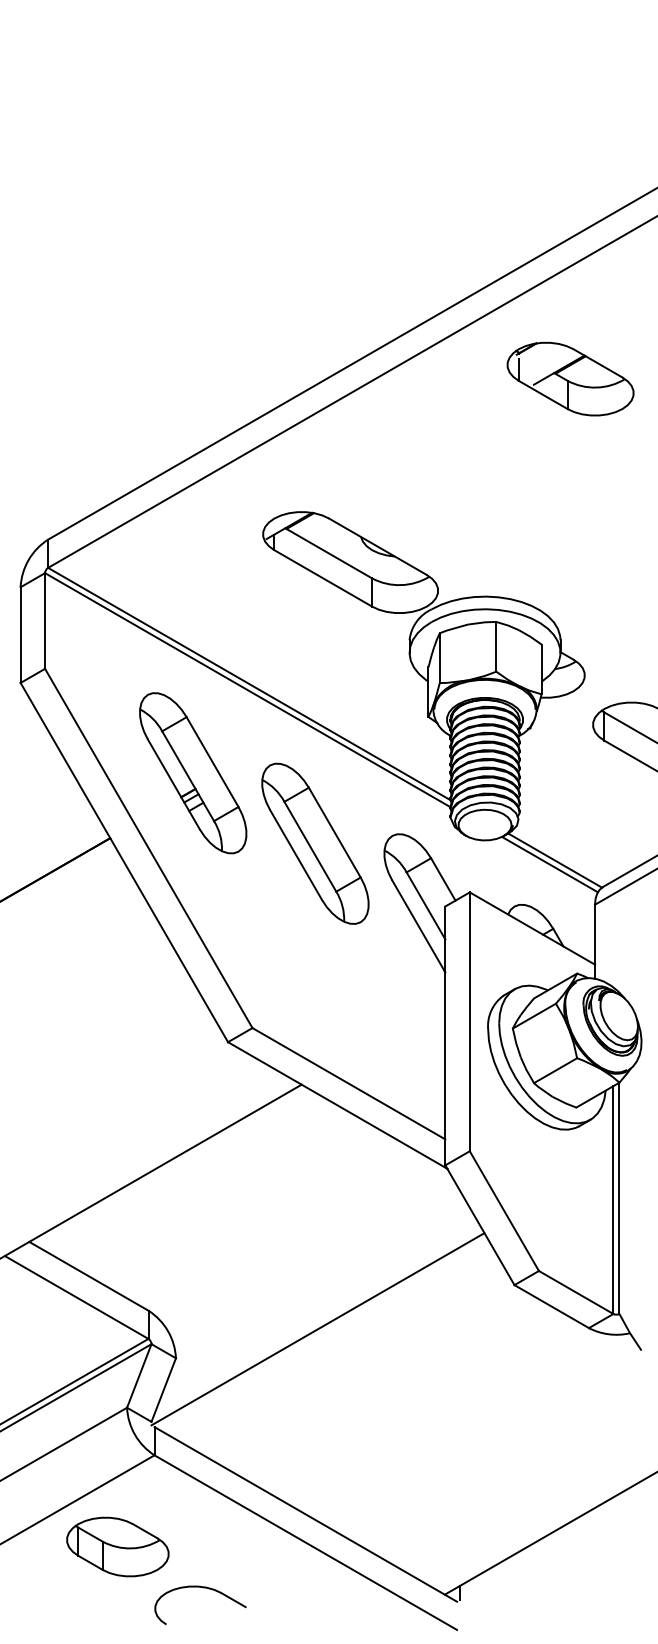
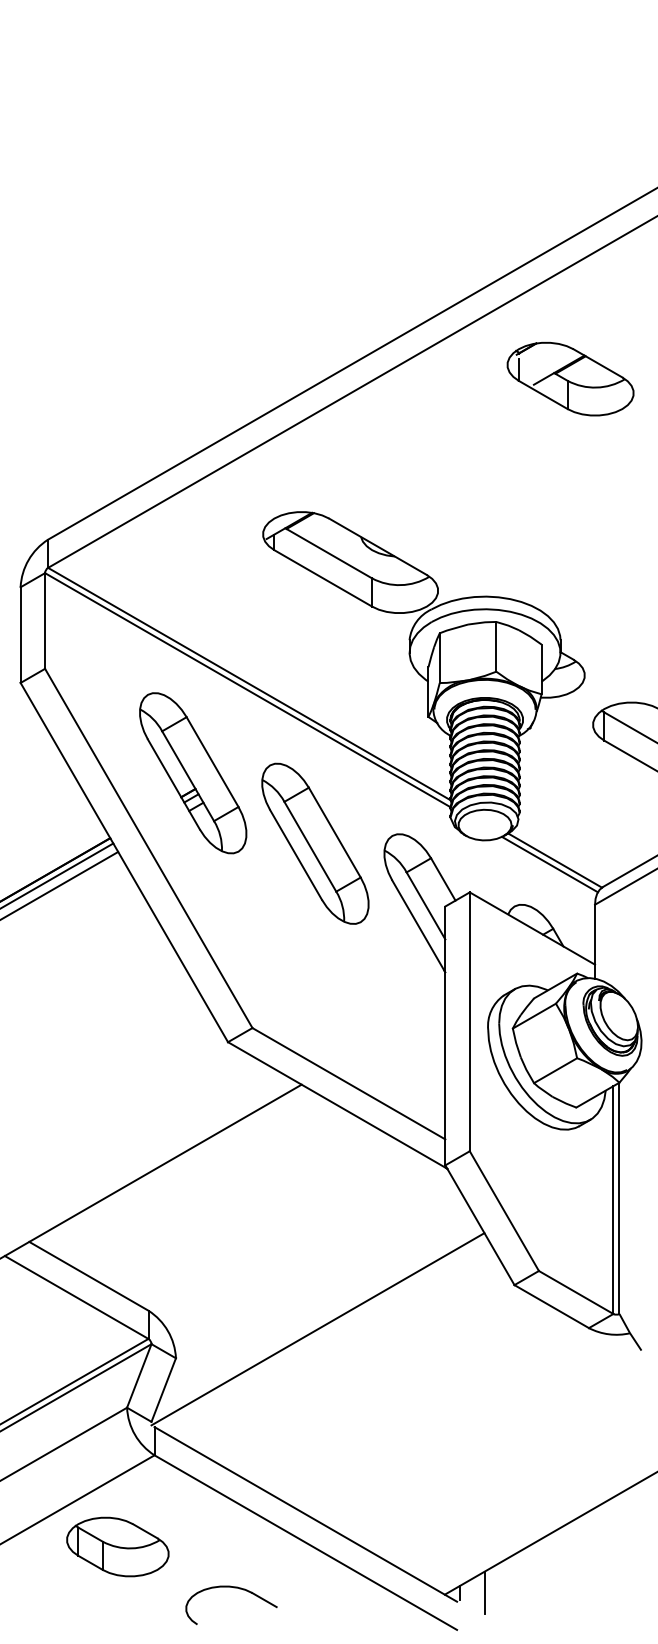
line at (57, 875): none -> present
line at (60, 884): none -> present
part at (203, 1588) position: (203, 1588) -> (234, 1588)
line at (484, 1592): none -> present
